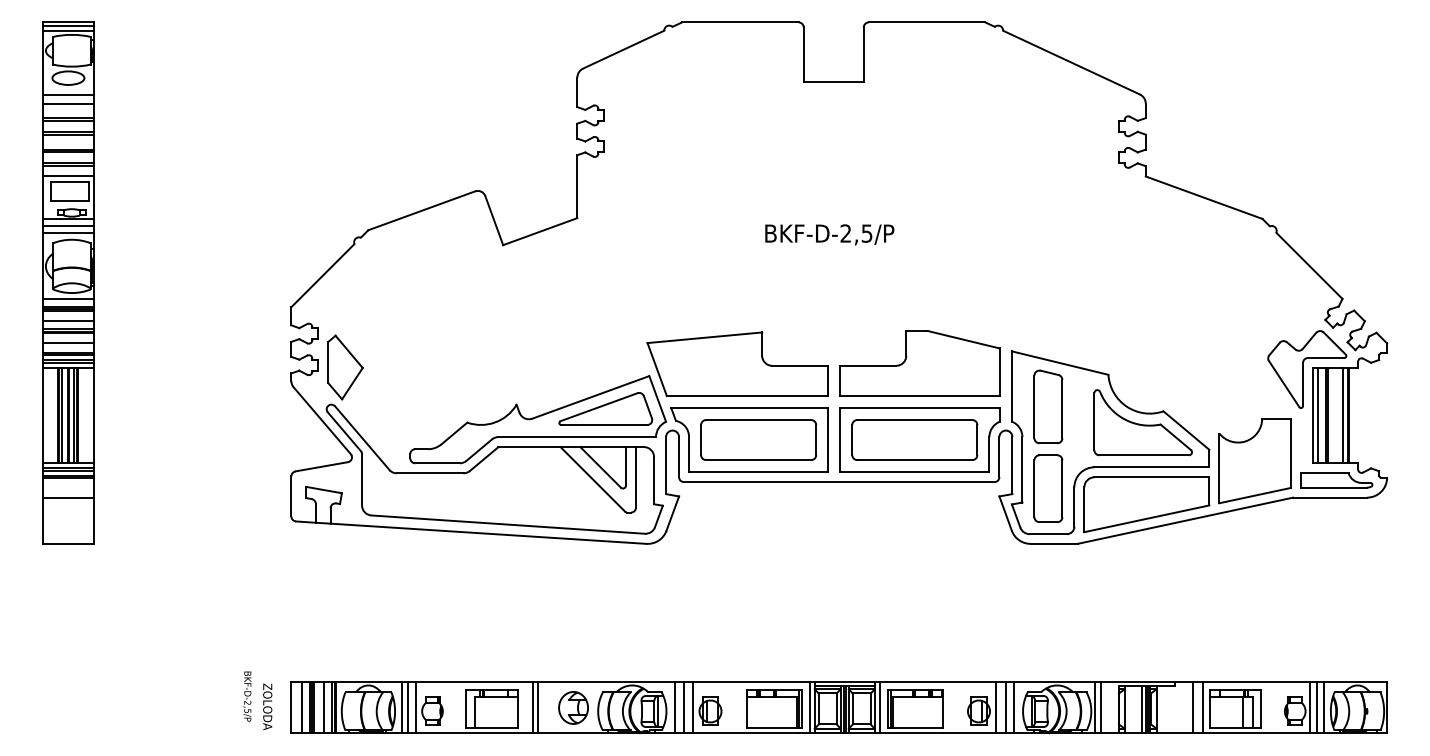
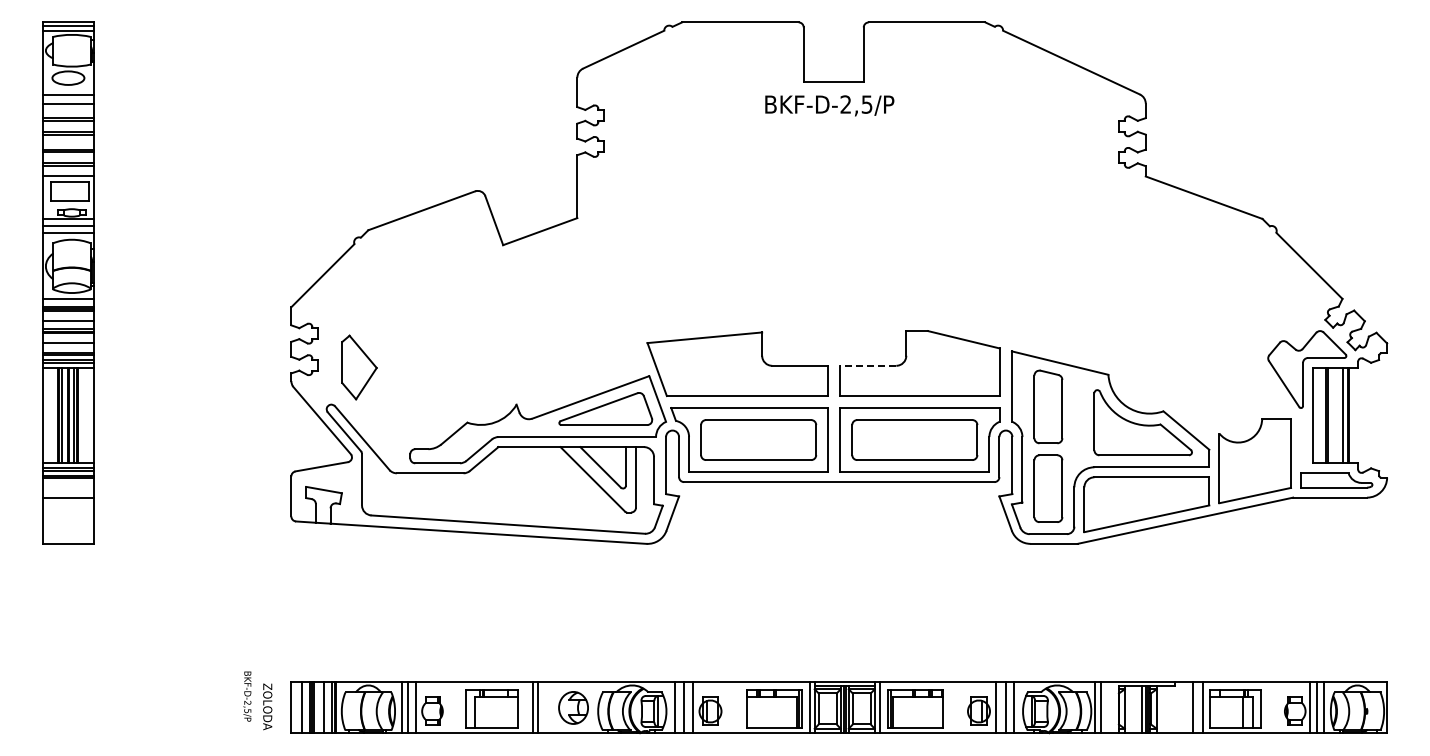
text at (829, 234) position: (829, 234) -> (829, 105)
line at (867, 365): solid -> dashed
part at (345, 367) position: (345, 367) -> (359, 367)
line at (1318, 415): present -> none
